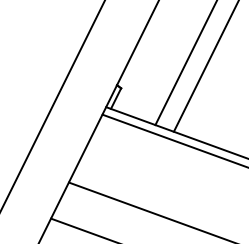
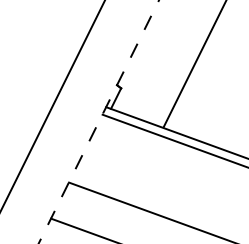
line at (185, 63): present -> none
line at (205, 66) position: (205, 66) -> (194, 64)
line at (99, 121): solid -> dashed
